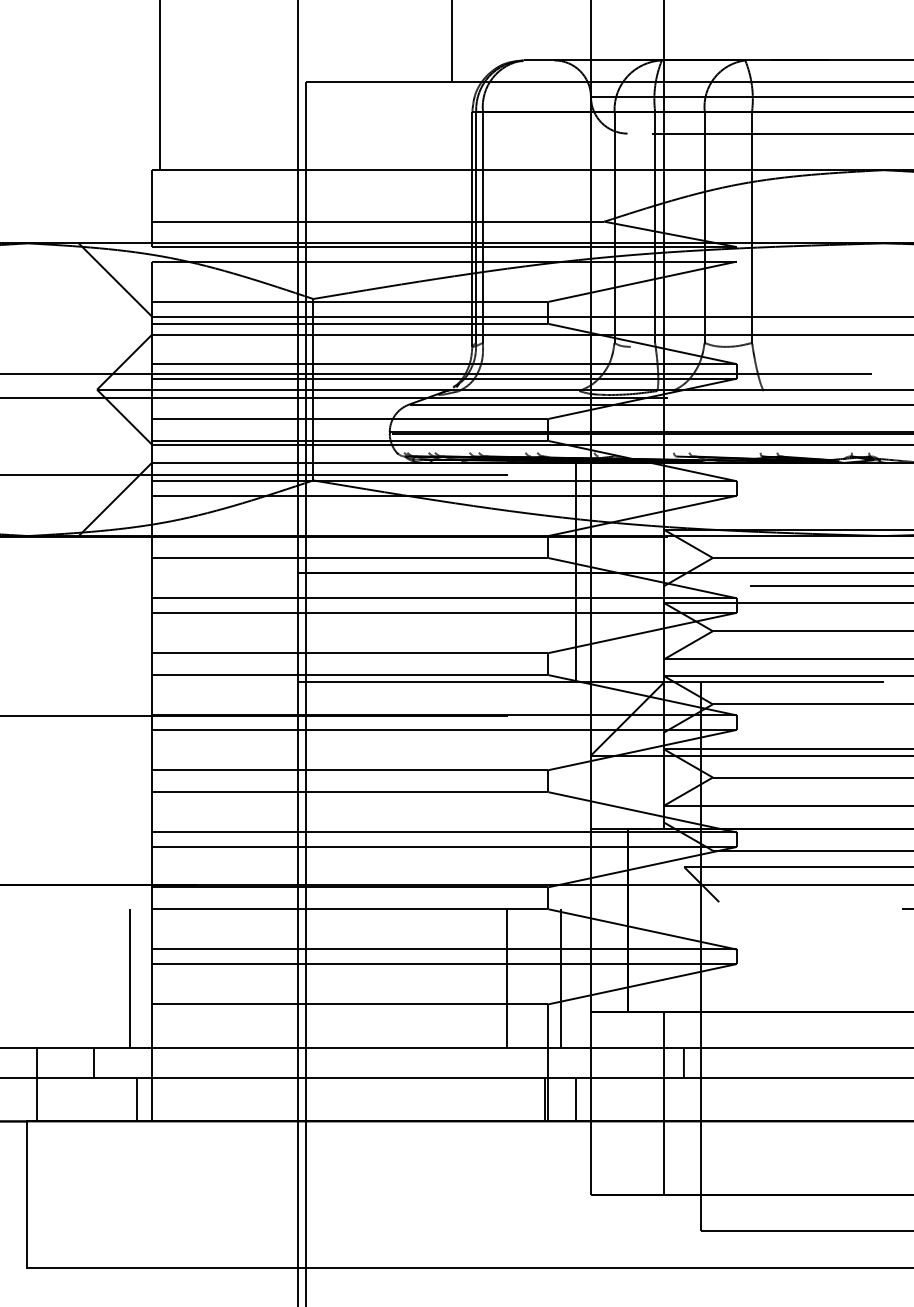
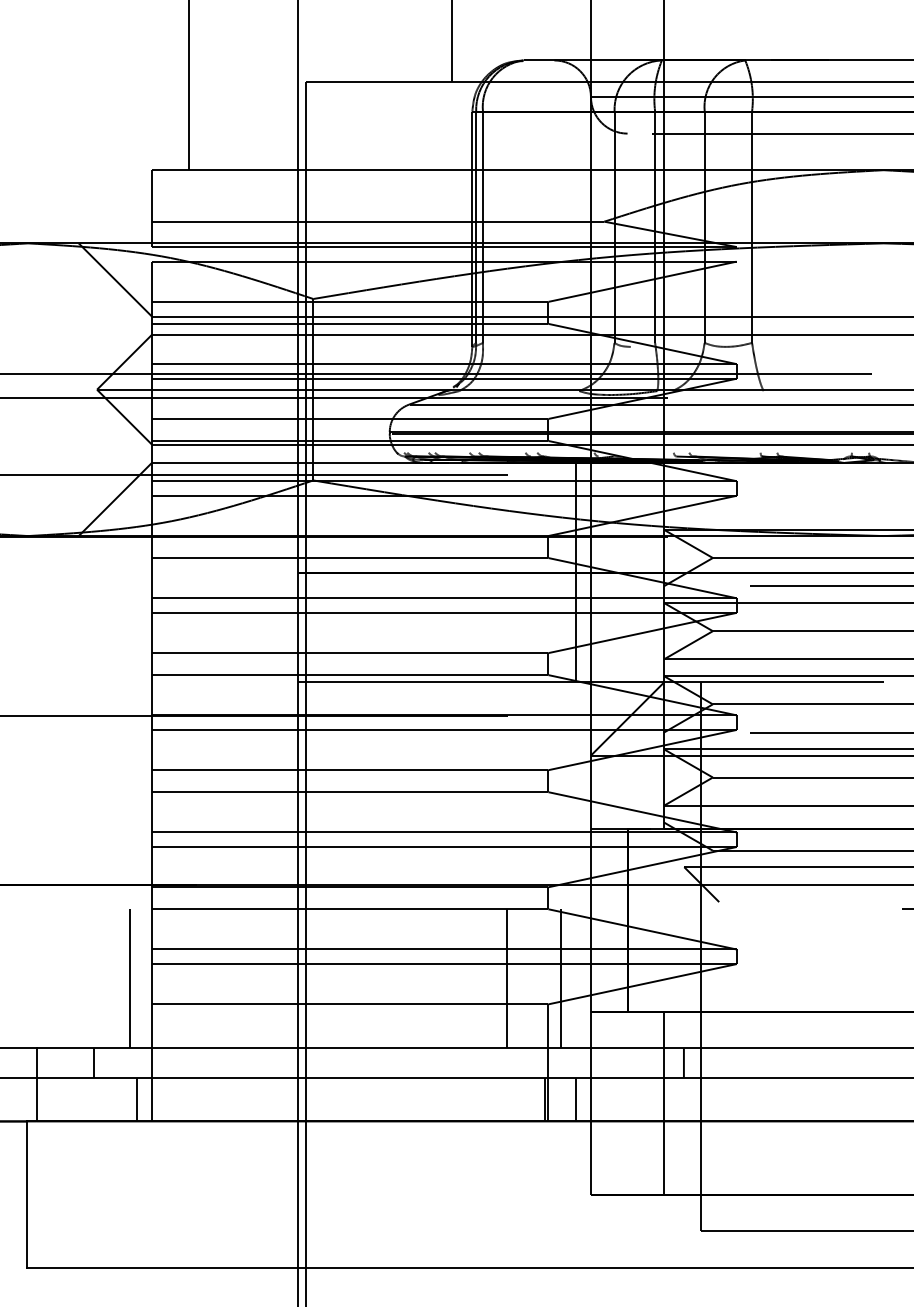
line at (159, 86) position: (159, 86) -> (188, 86)
line at (829, 732): none -> present
